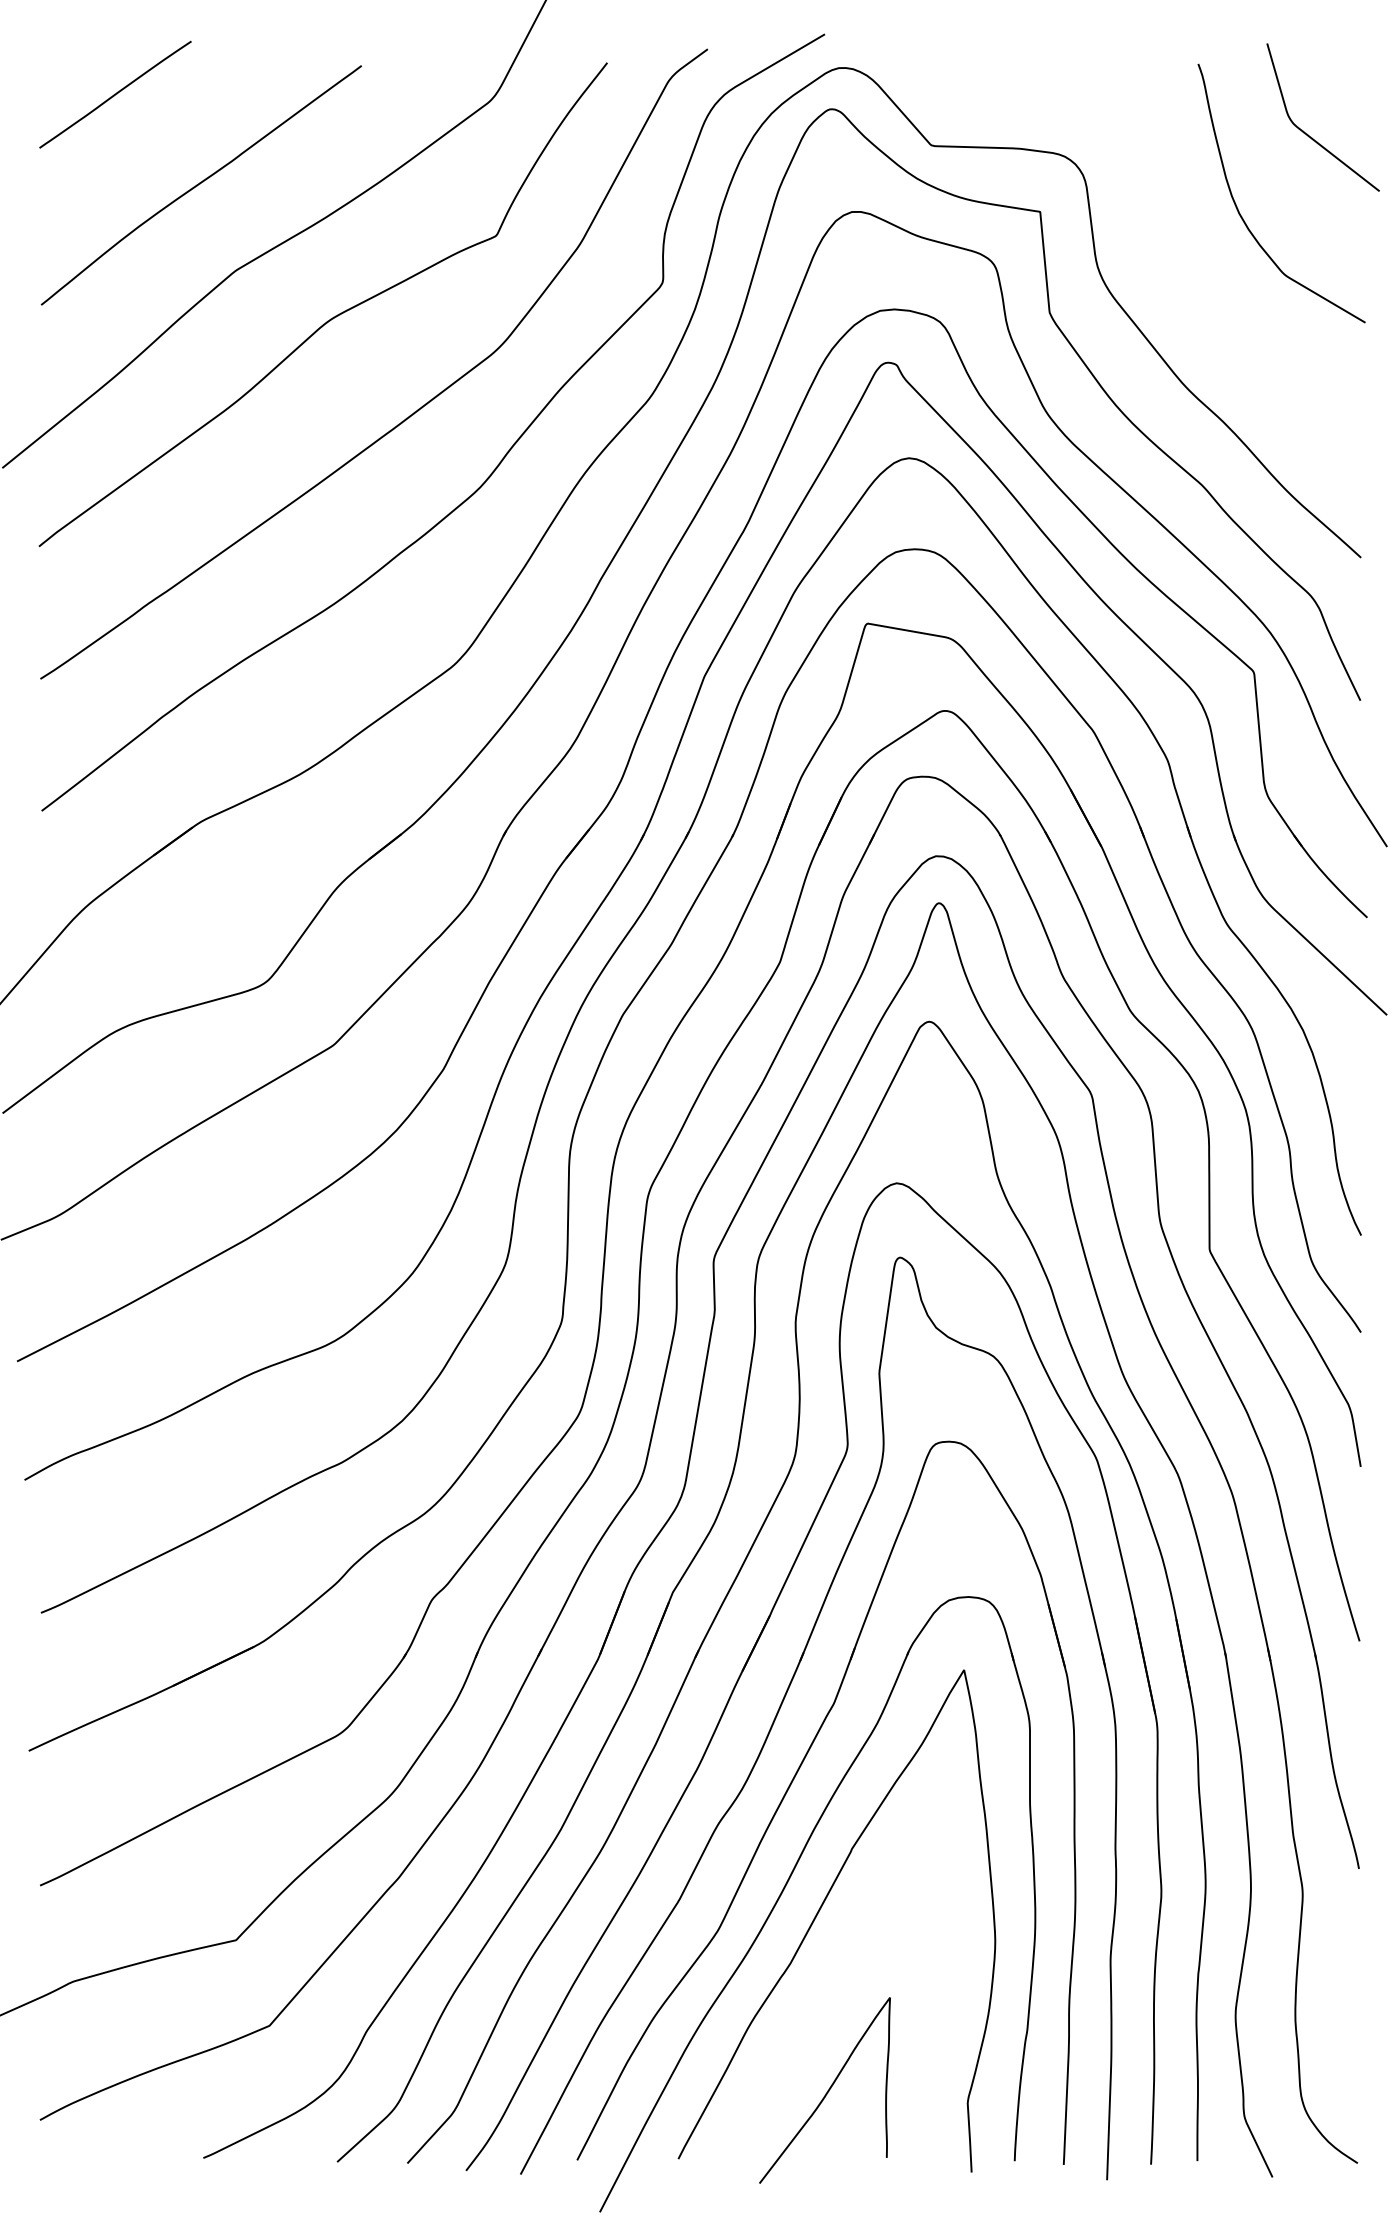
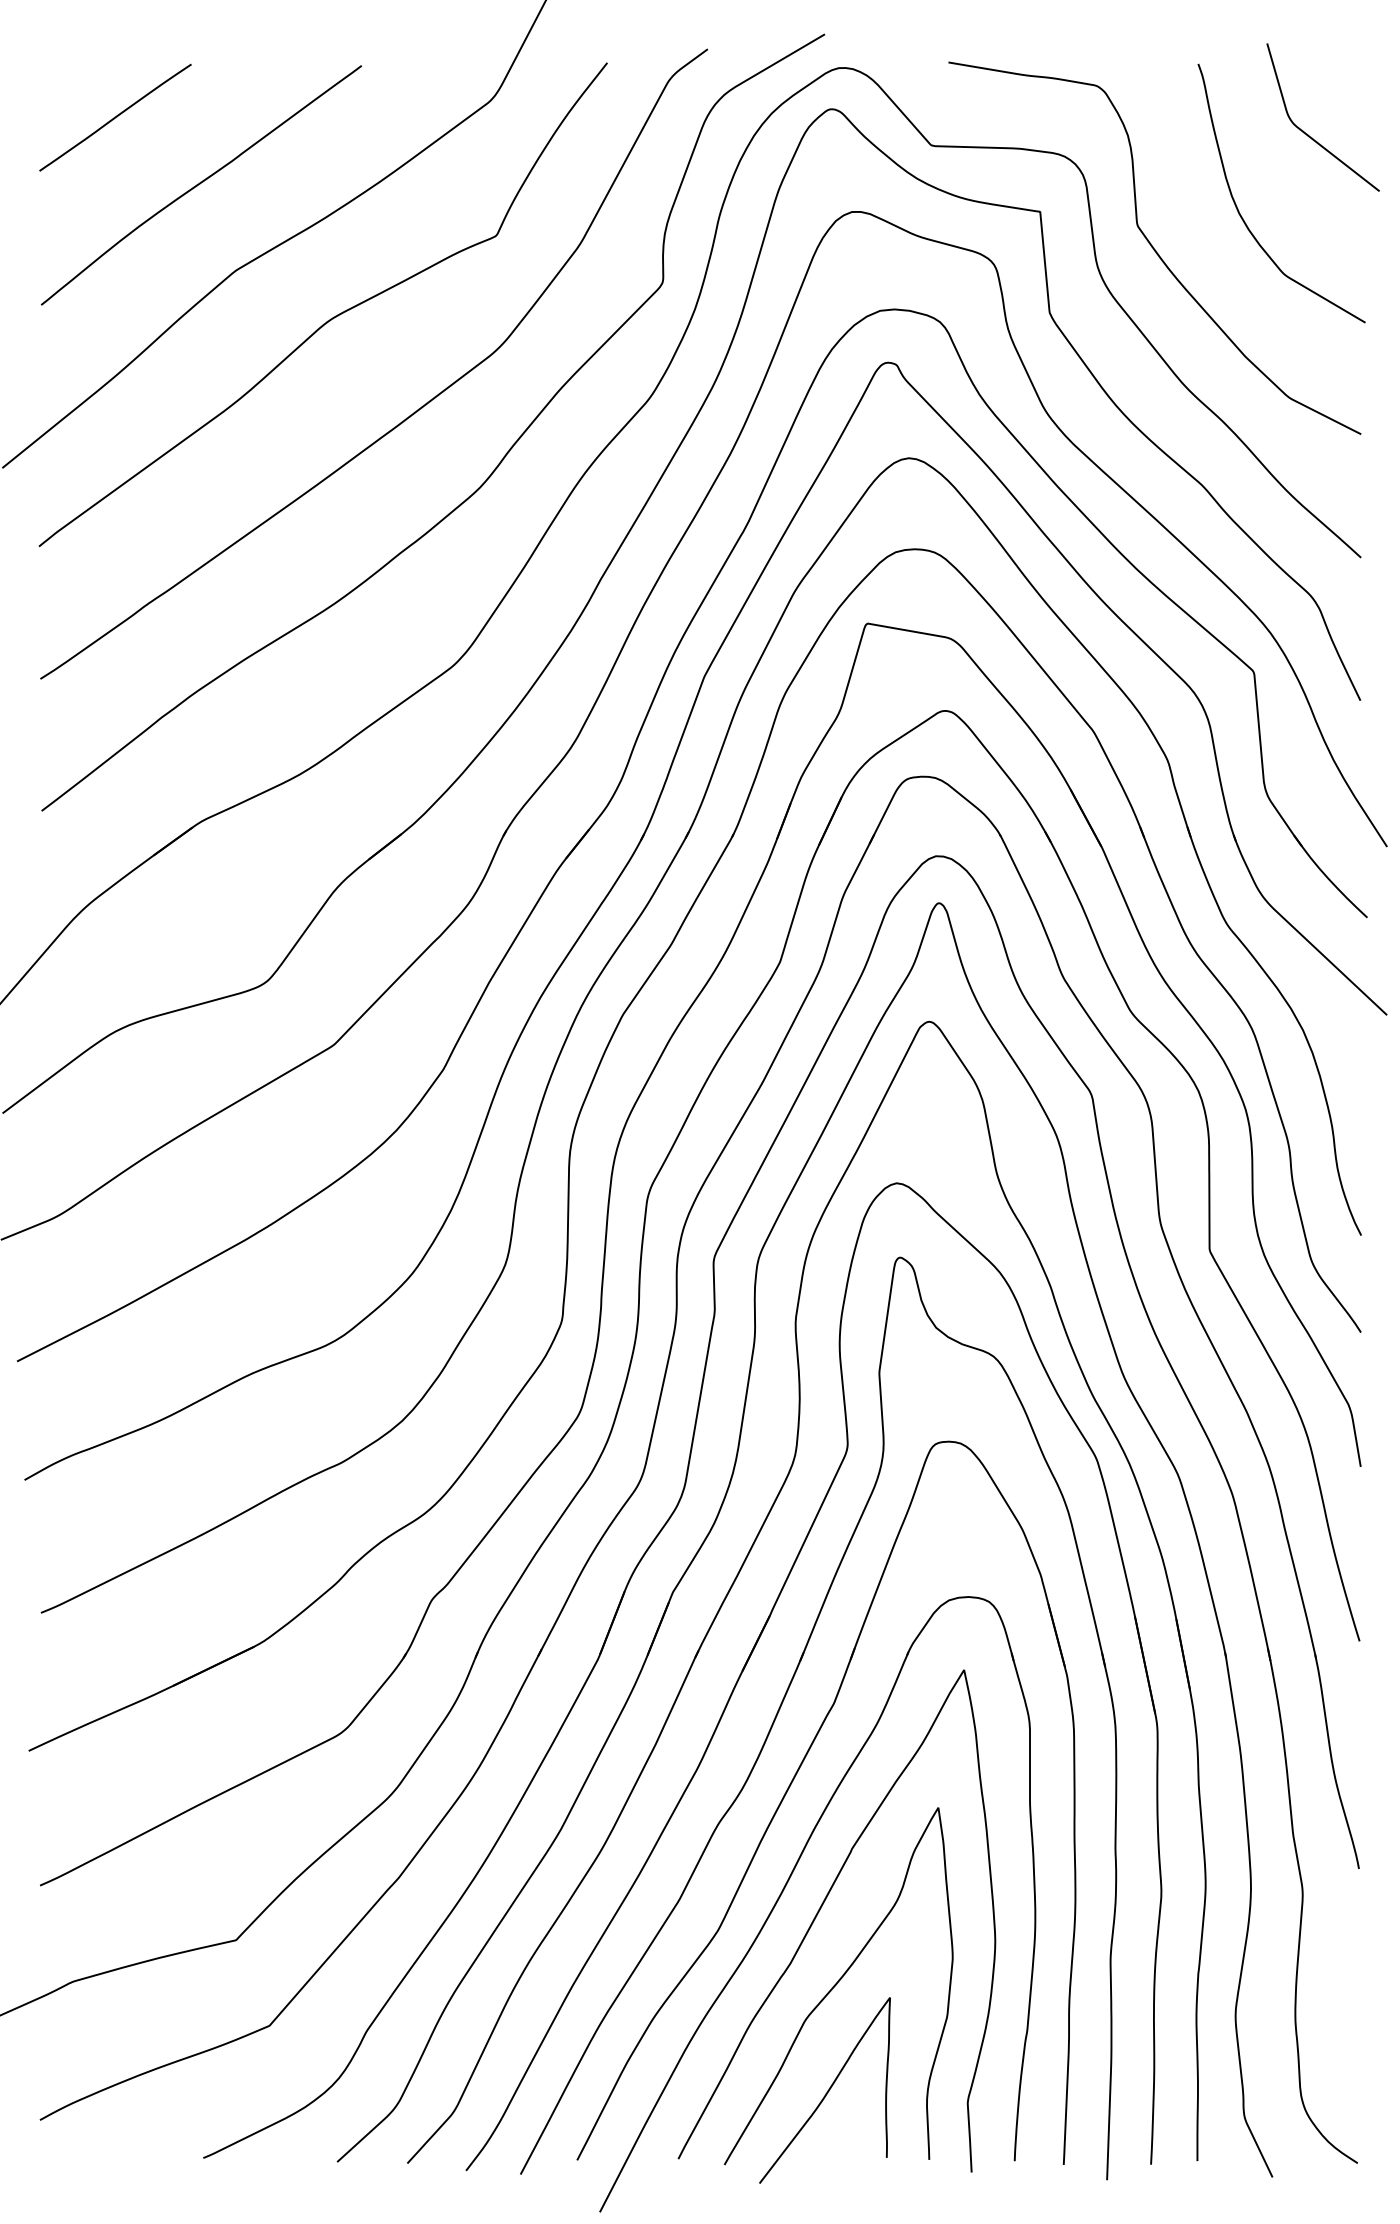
line at (115, 94) position: (115, 94) -> (115, 117)
curve at (1153, 247): none -> present
curve at (837, 1984): none -> present
